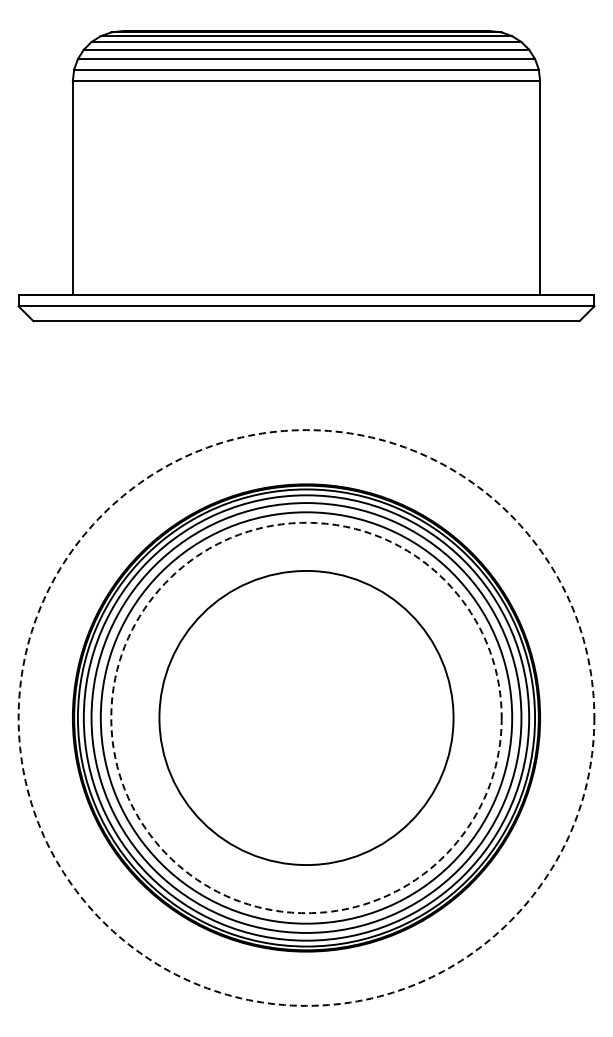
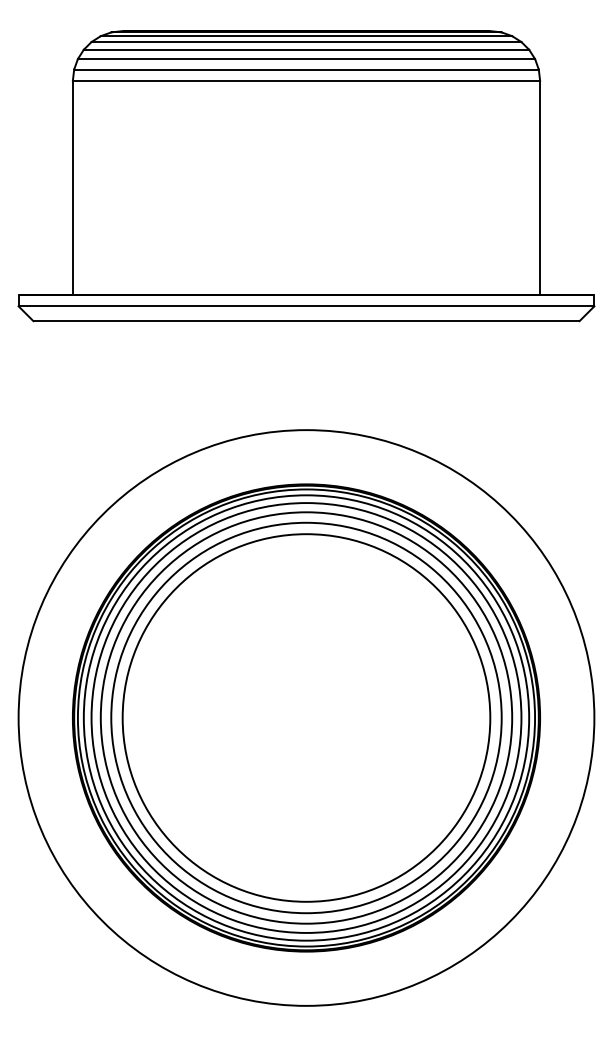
circle at (306, 717) diameter: 294 px -> 368 px
circle at (306, 717): dashed -> solid
circle at (306, 717): dashed -> solid
